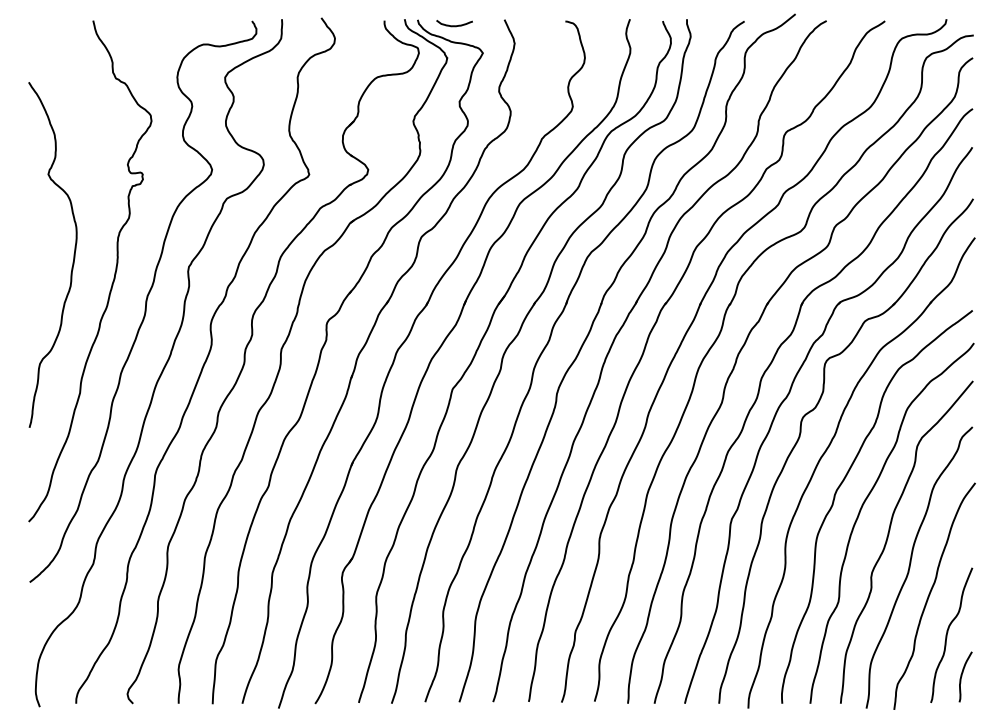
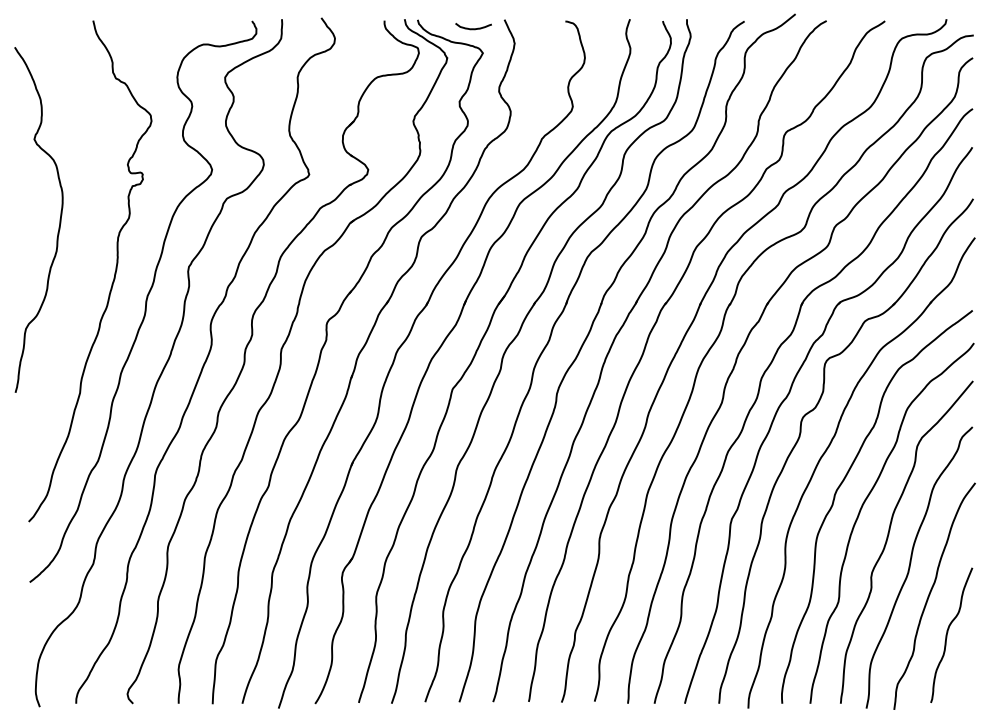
curve at (454, 25) position: (454, 25) -> (473, 28)
curve at (73, 254) position: (73, 254) -> (59, 219)
curve at (962, 676): present -> none
